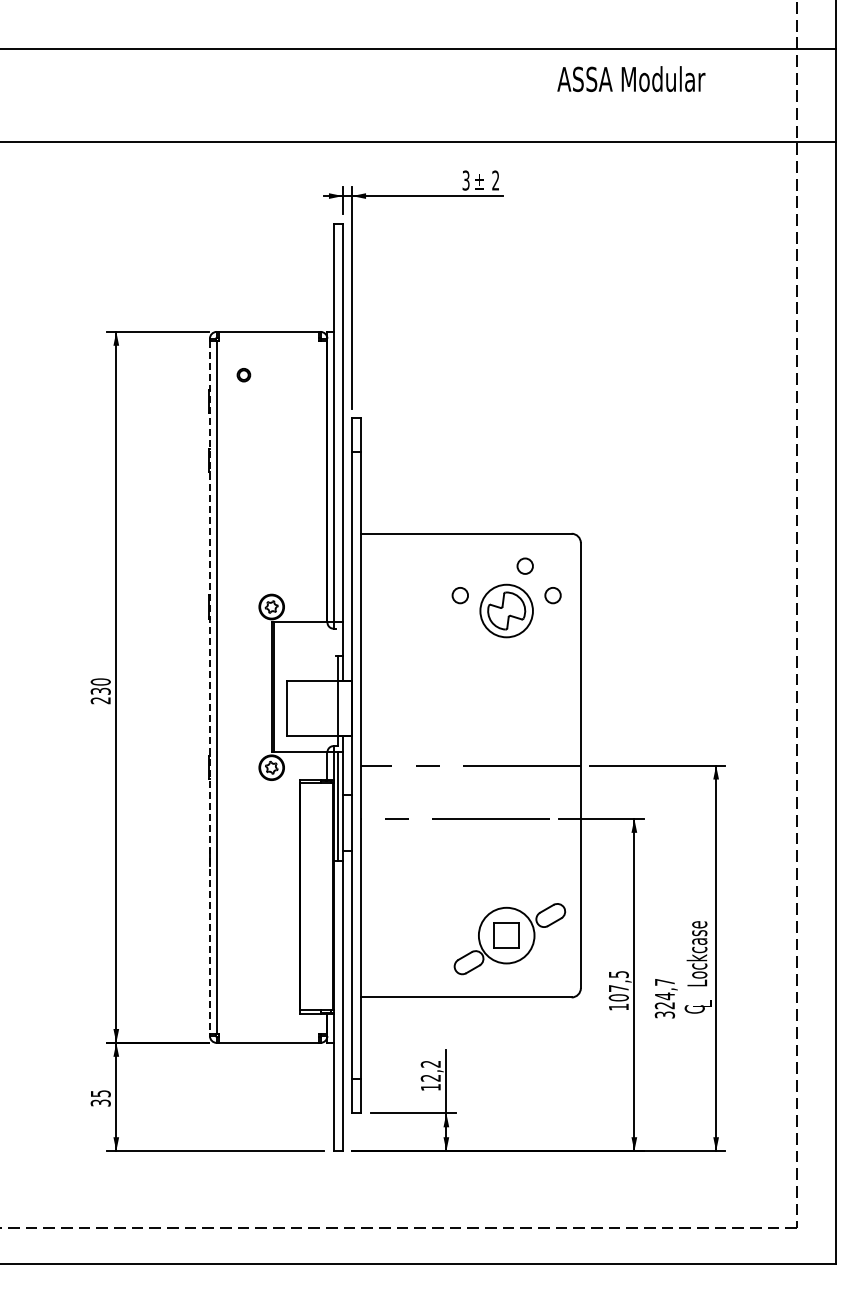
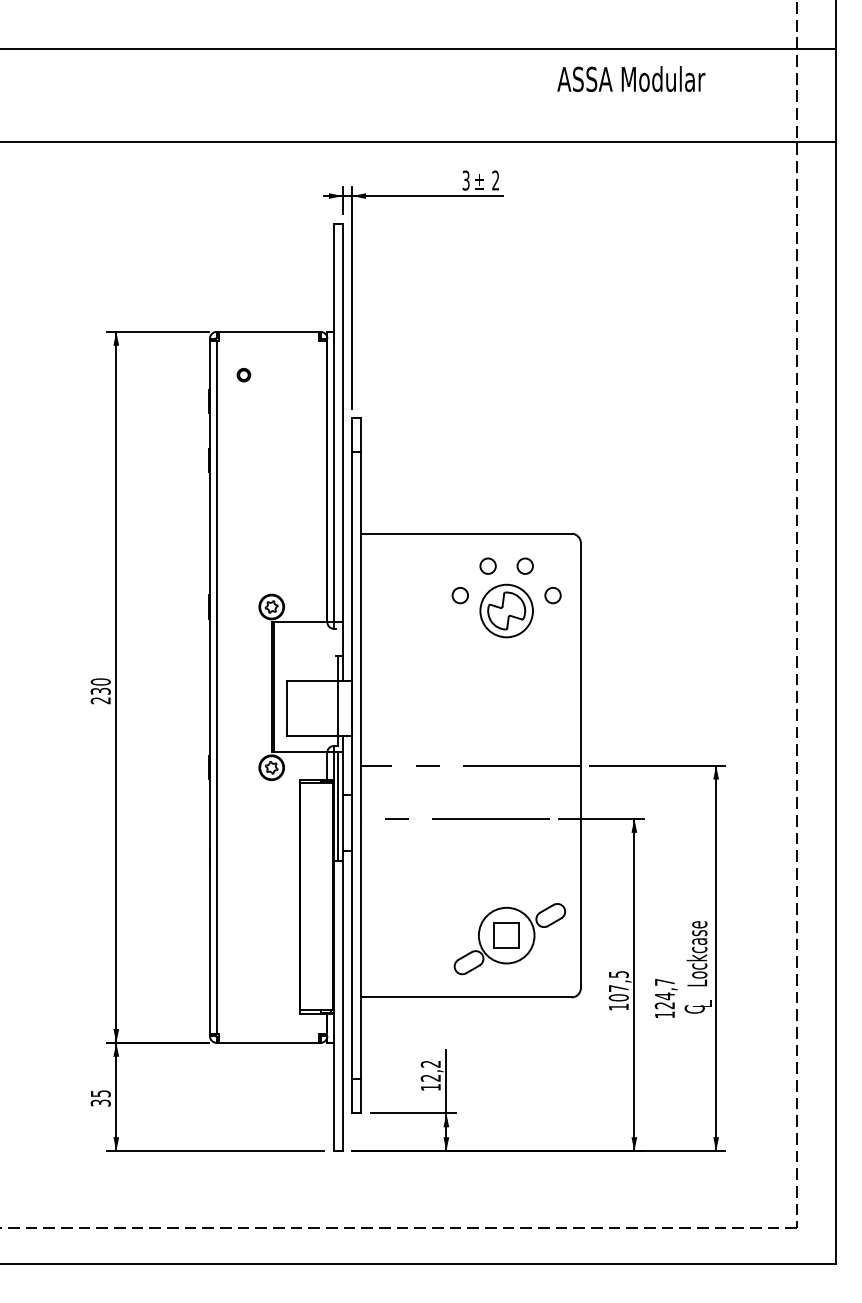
circle at (487, 565): none -> present
line at (209, 687): dashed -> solid
text at (664, 1014): 324,7 -> 124,7
